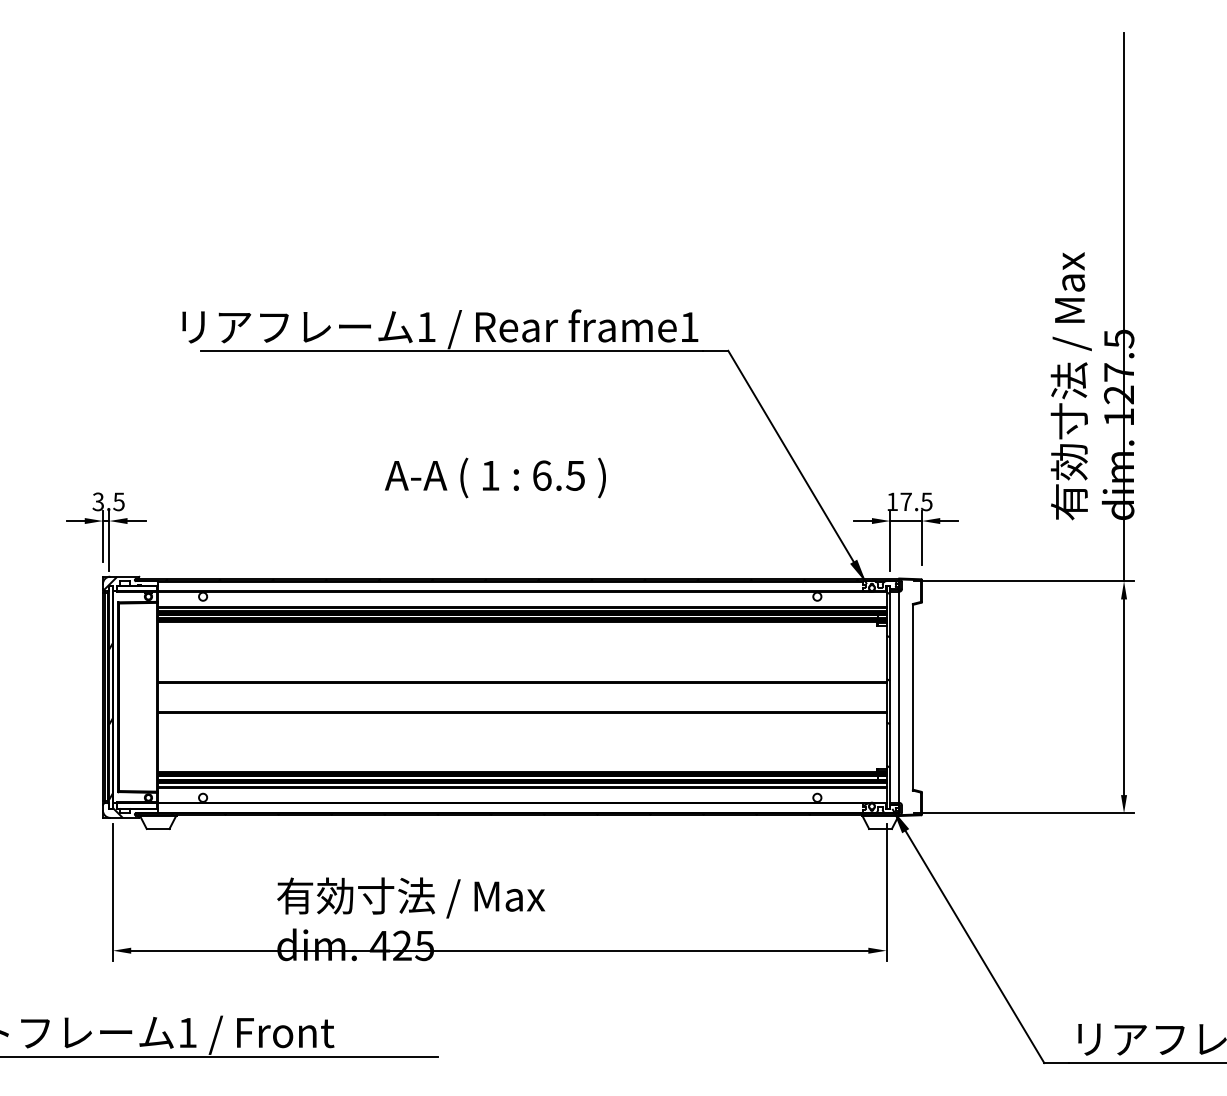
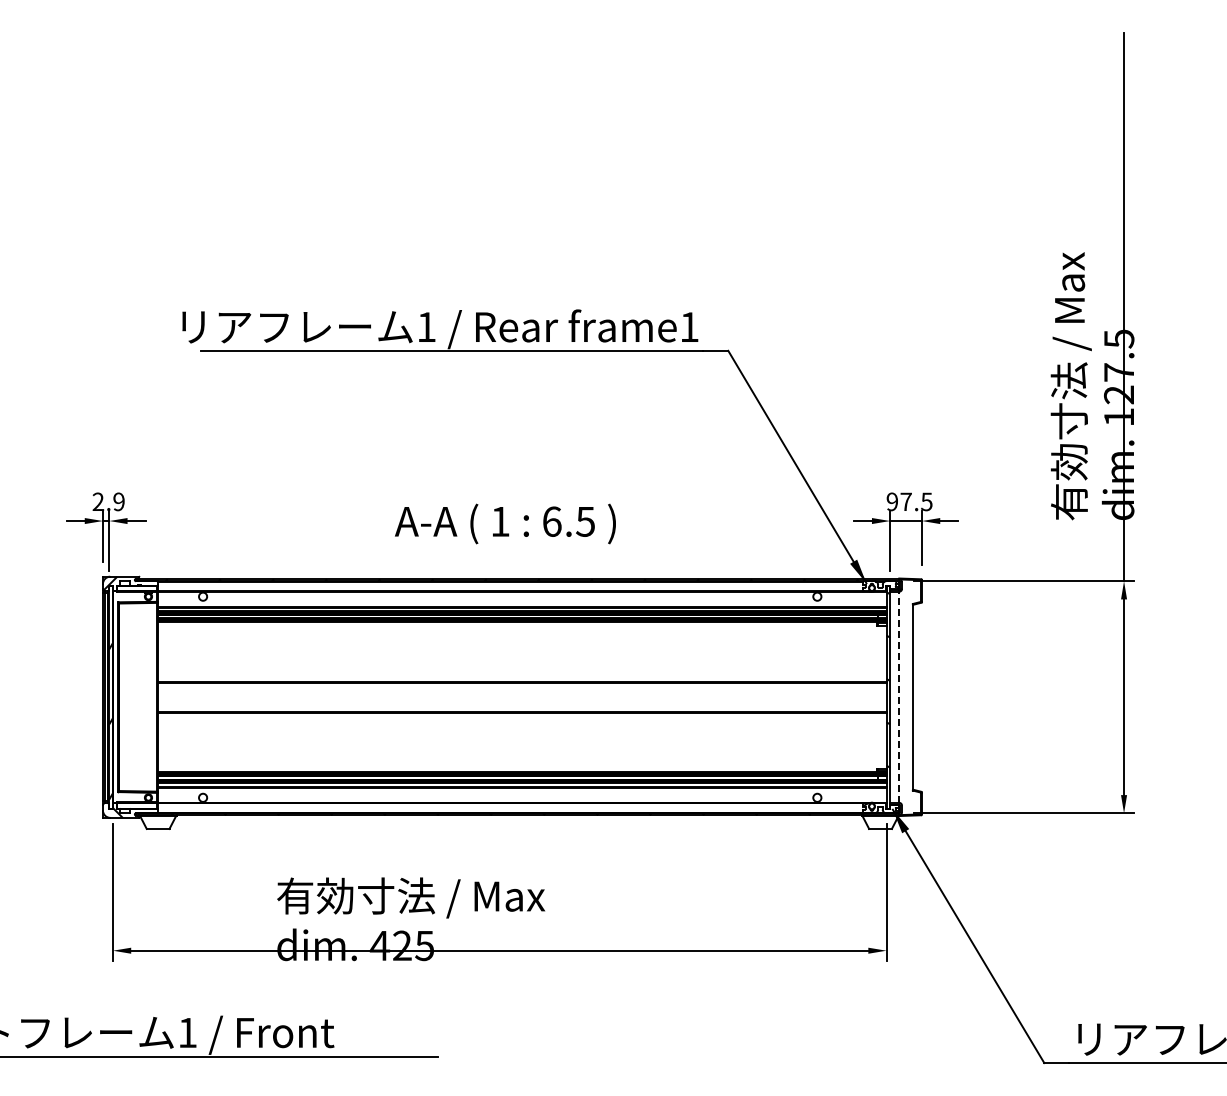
text at (495, 477) position: (495, 477) -> (505, 523)
text at (108, 501): 3.5 -> 2.9
text at (891, 501): 17.5 -> 97.5
line at (899, 697): solid -> dashed
